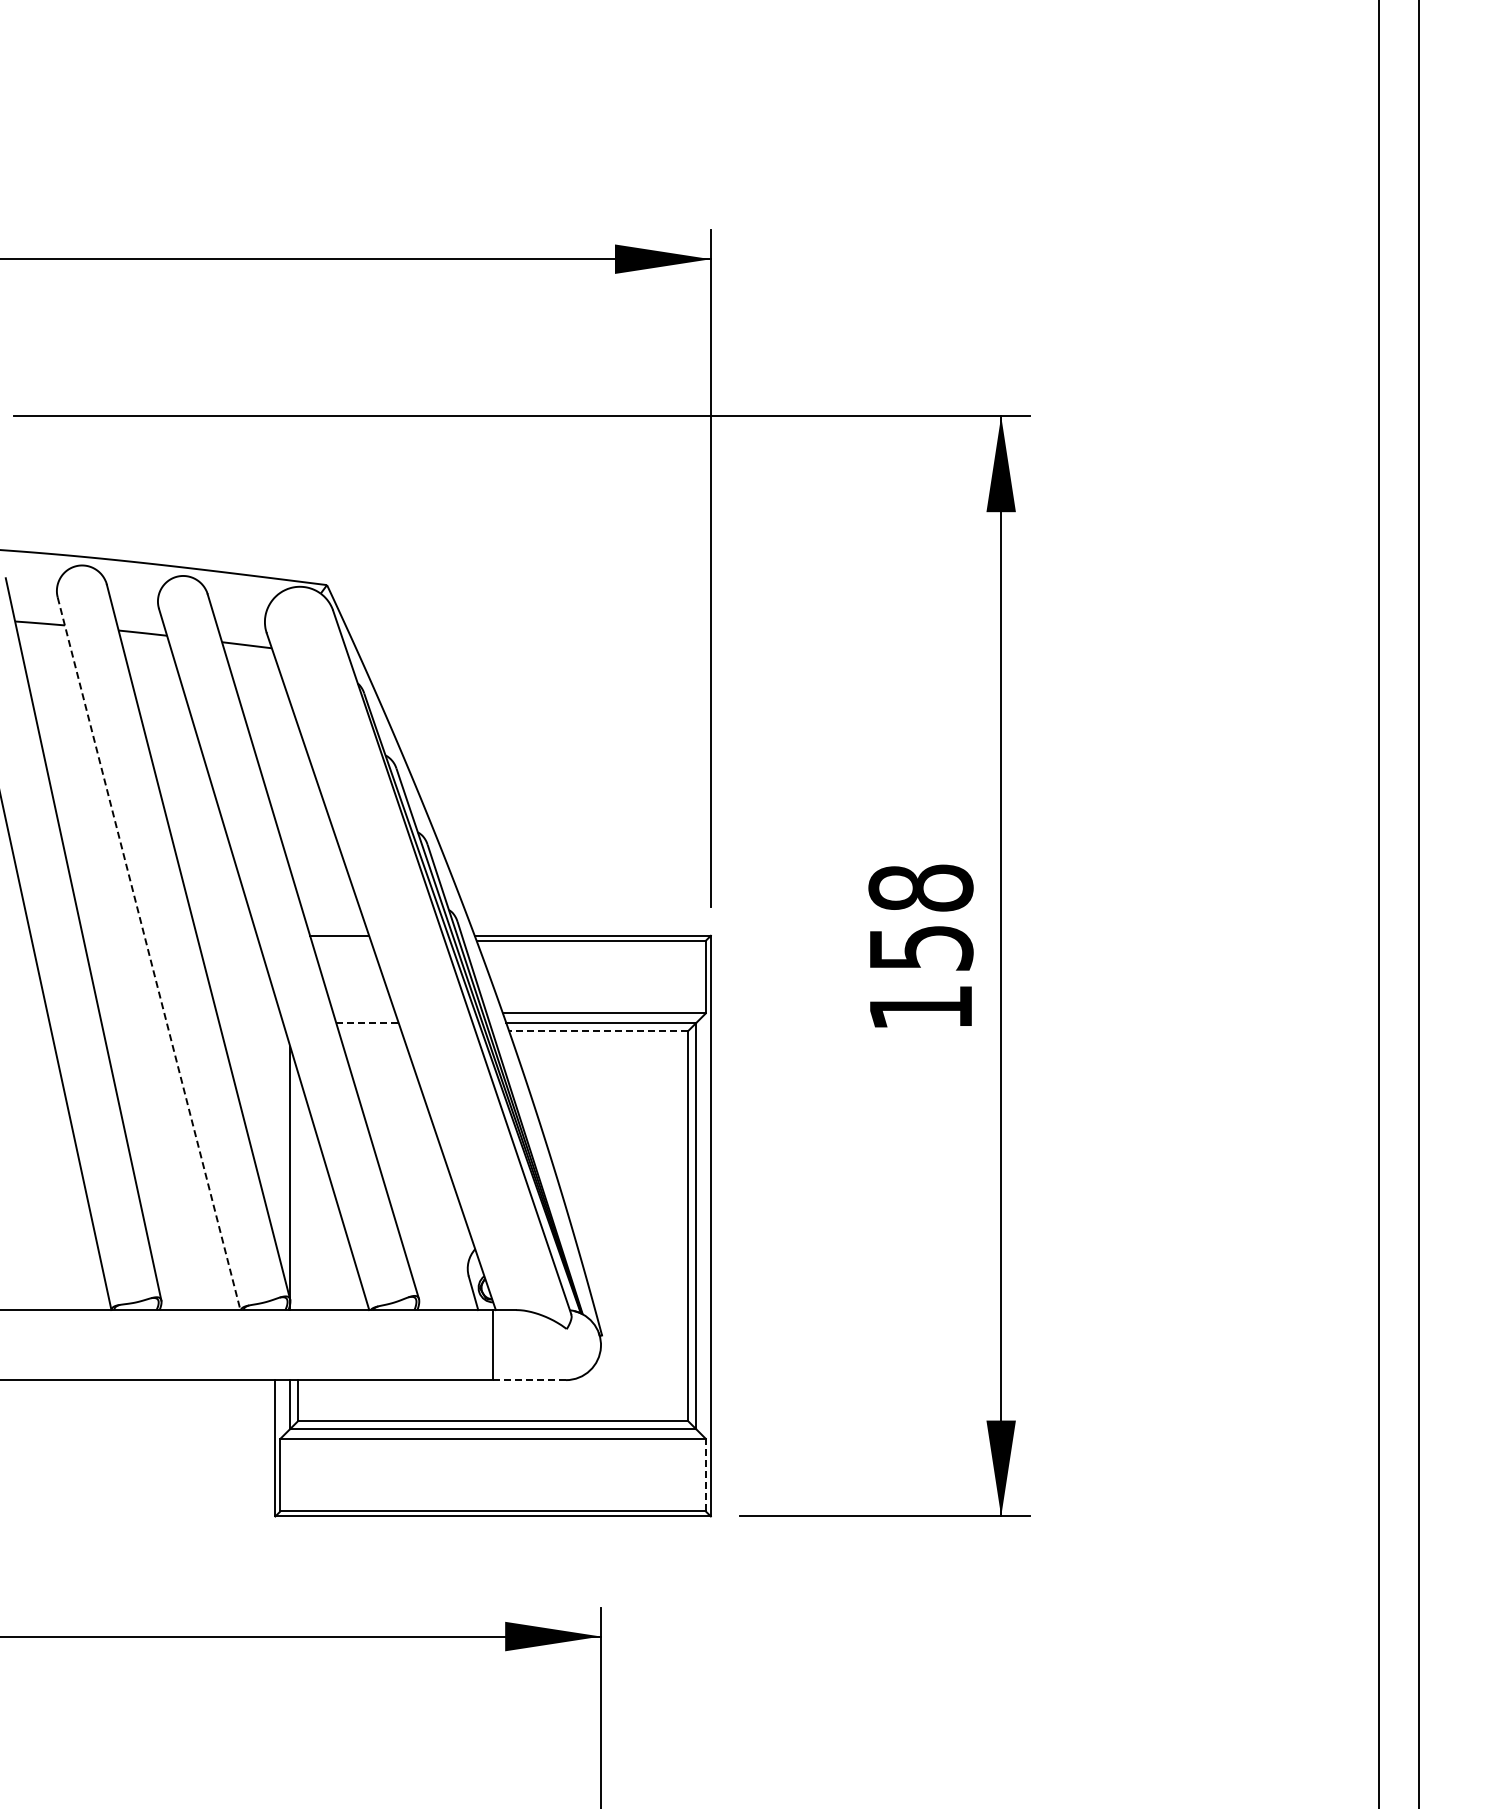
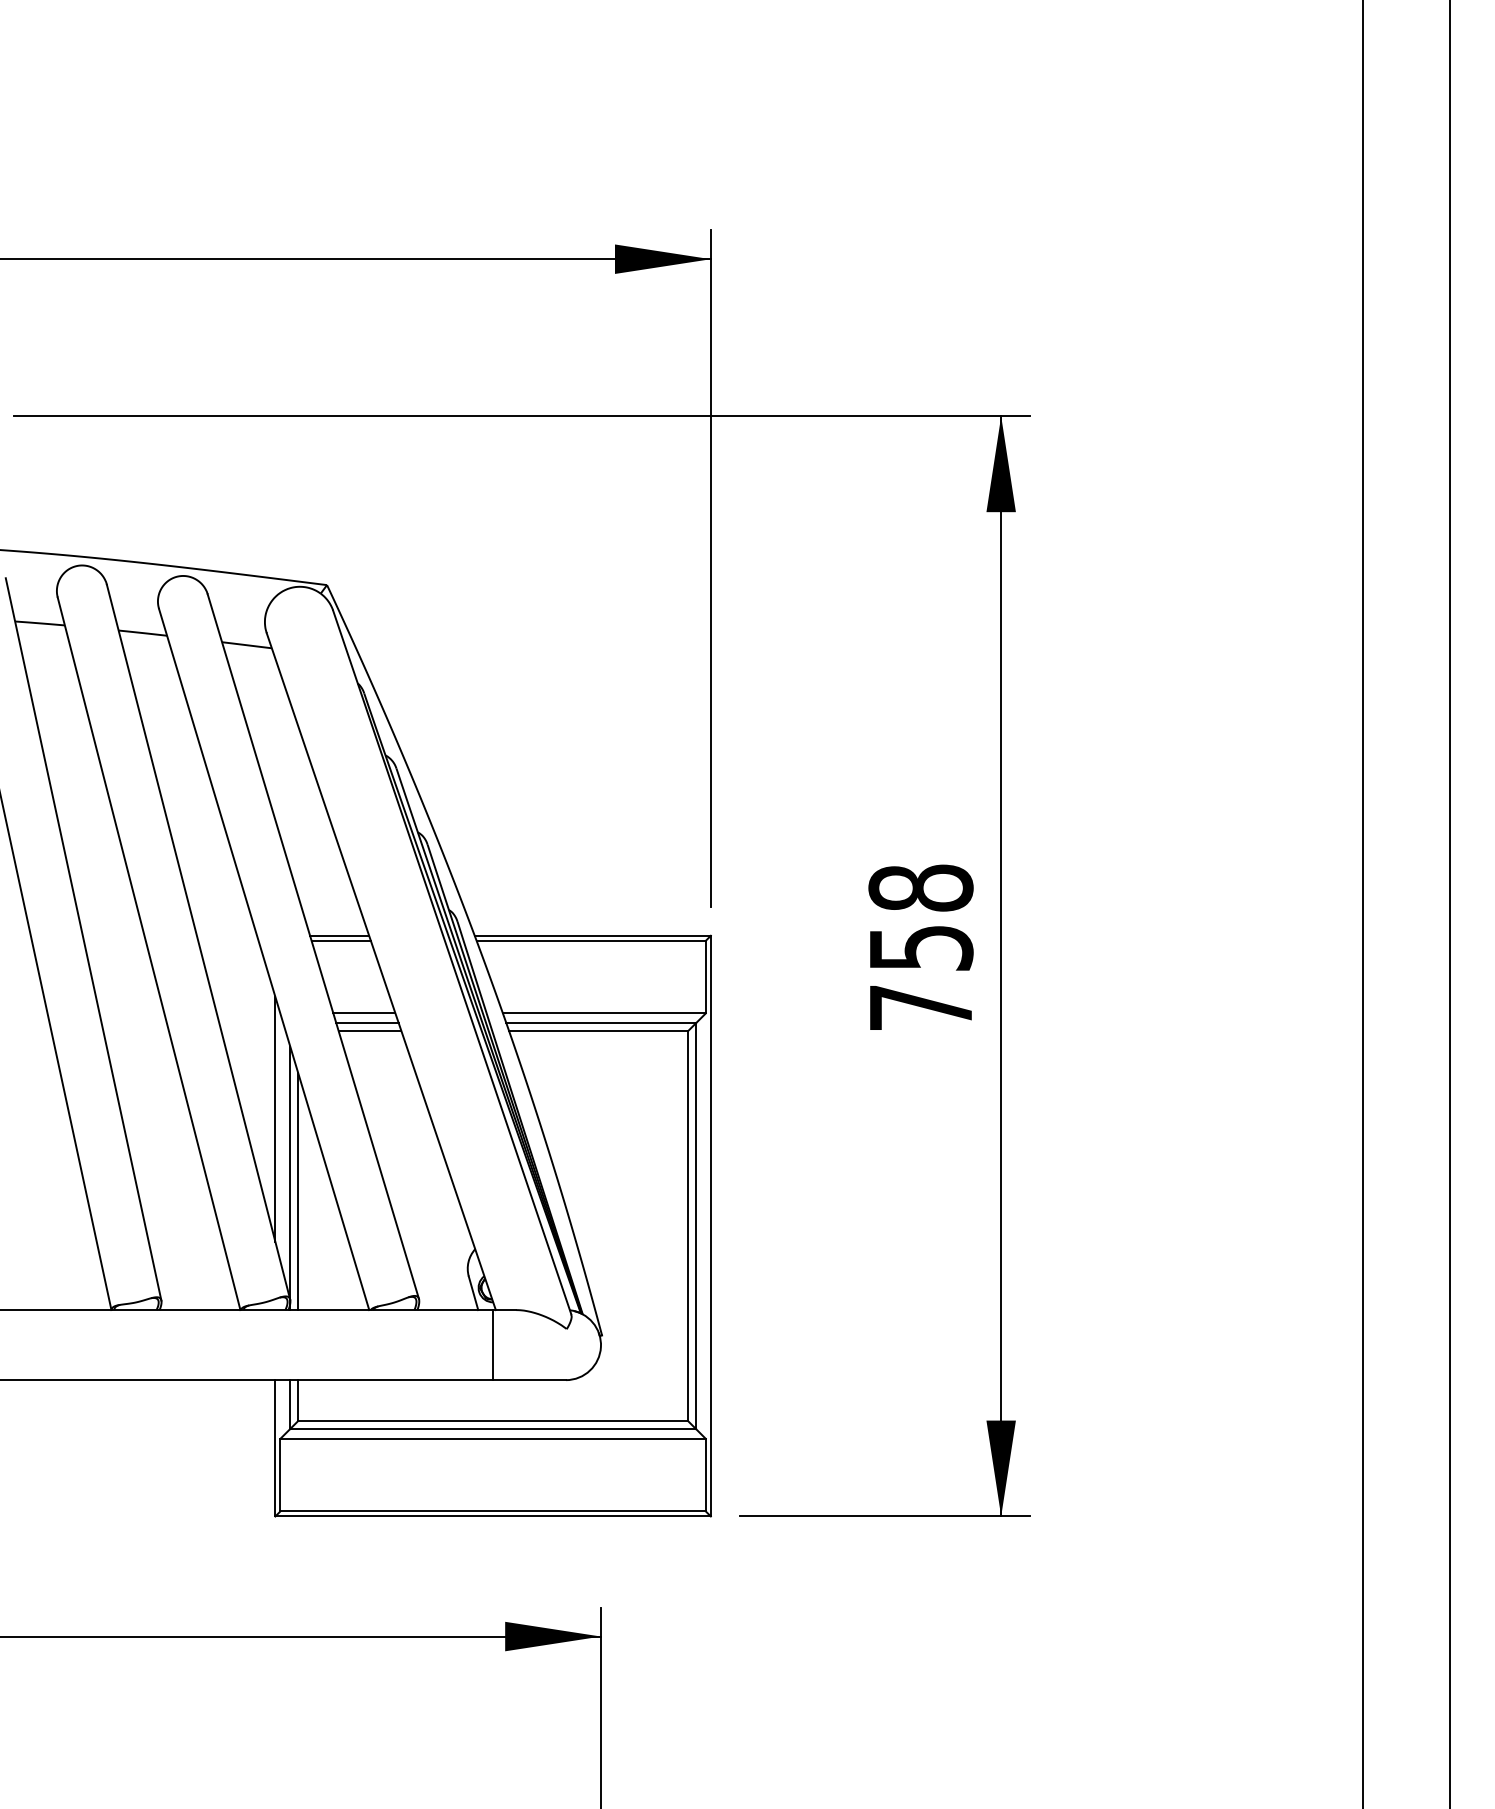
line at (1379, 903) position: (1379, 903) -> (1363, 903)
line at (1419, 903) position: (1419, 903) -> (1450, 903)
line at (340, 940): none -> present
line at (149, 953): dashed -> solid
text at (920, 1007): 158 -> 758
line at (364, 1013): none -> present
line at (368, 1023): dashed -> solid
line at (369, 1031): none -> present
line at (598, 1031): dashed -> solid
line at (275, 1118): none -> present
line at (298, 1191): none -> present
line at (530, 1380): dashed -> solid
line at (705, 1474): dashed -> solid
